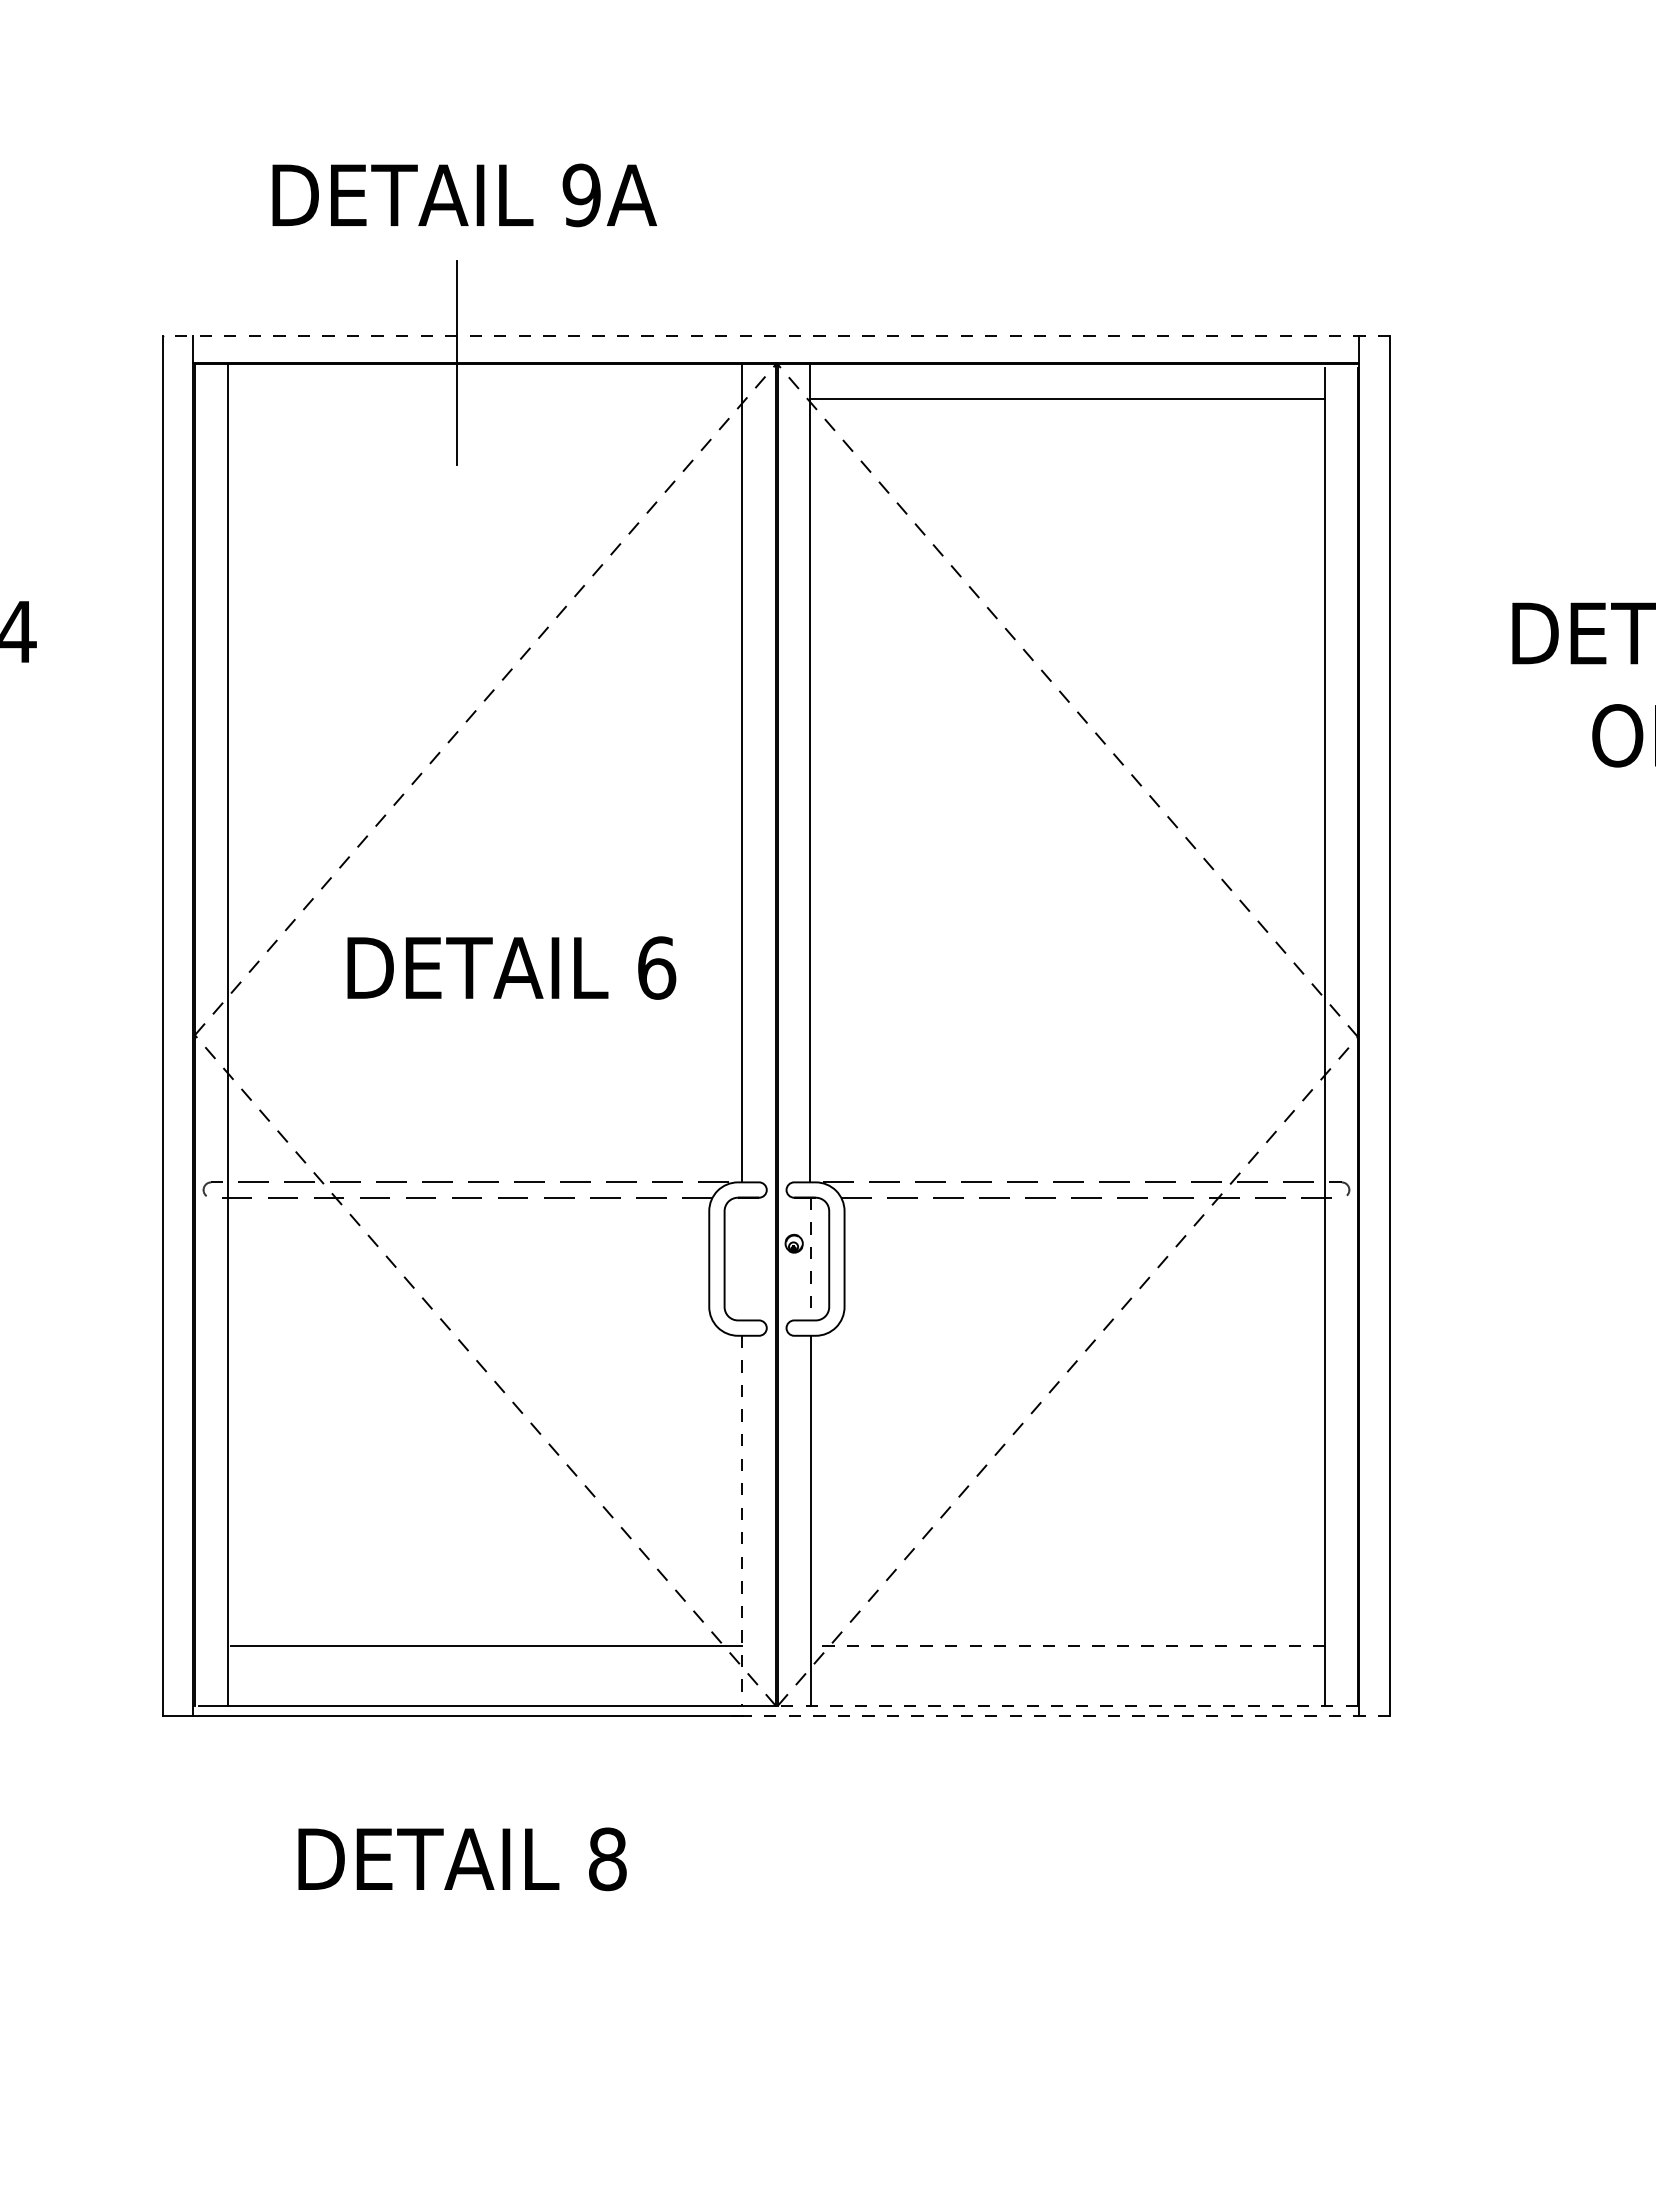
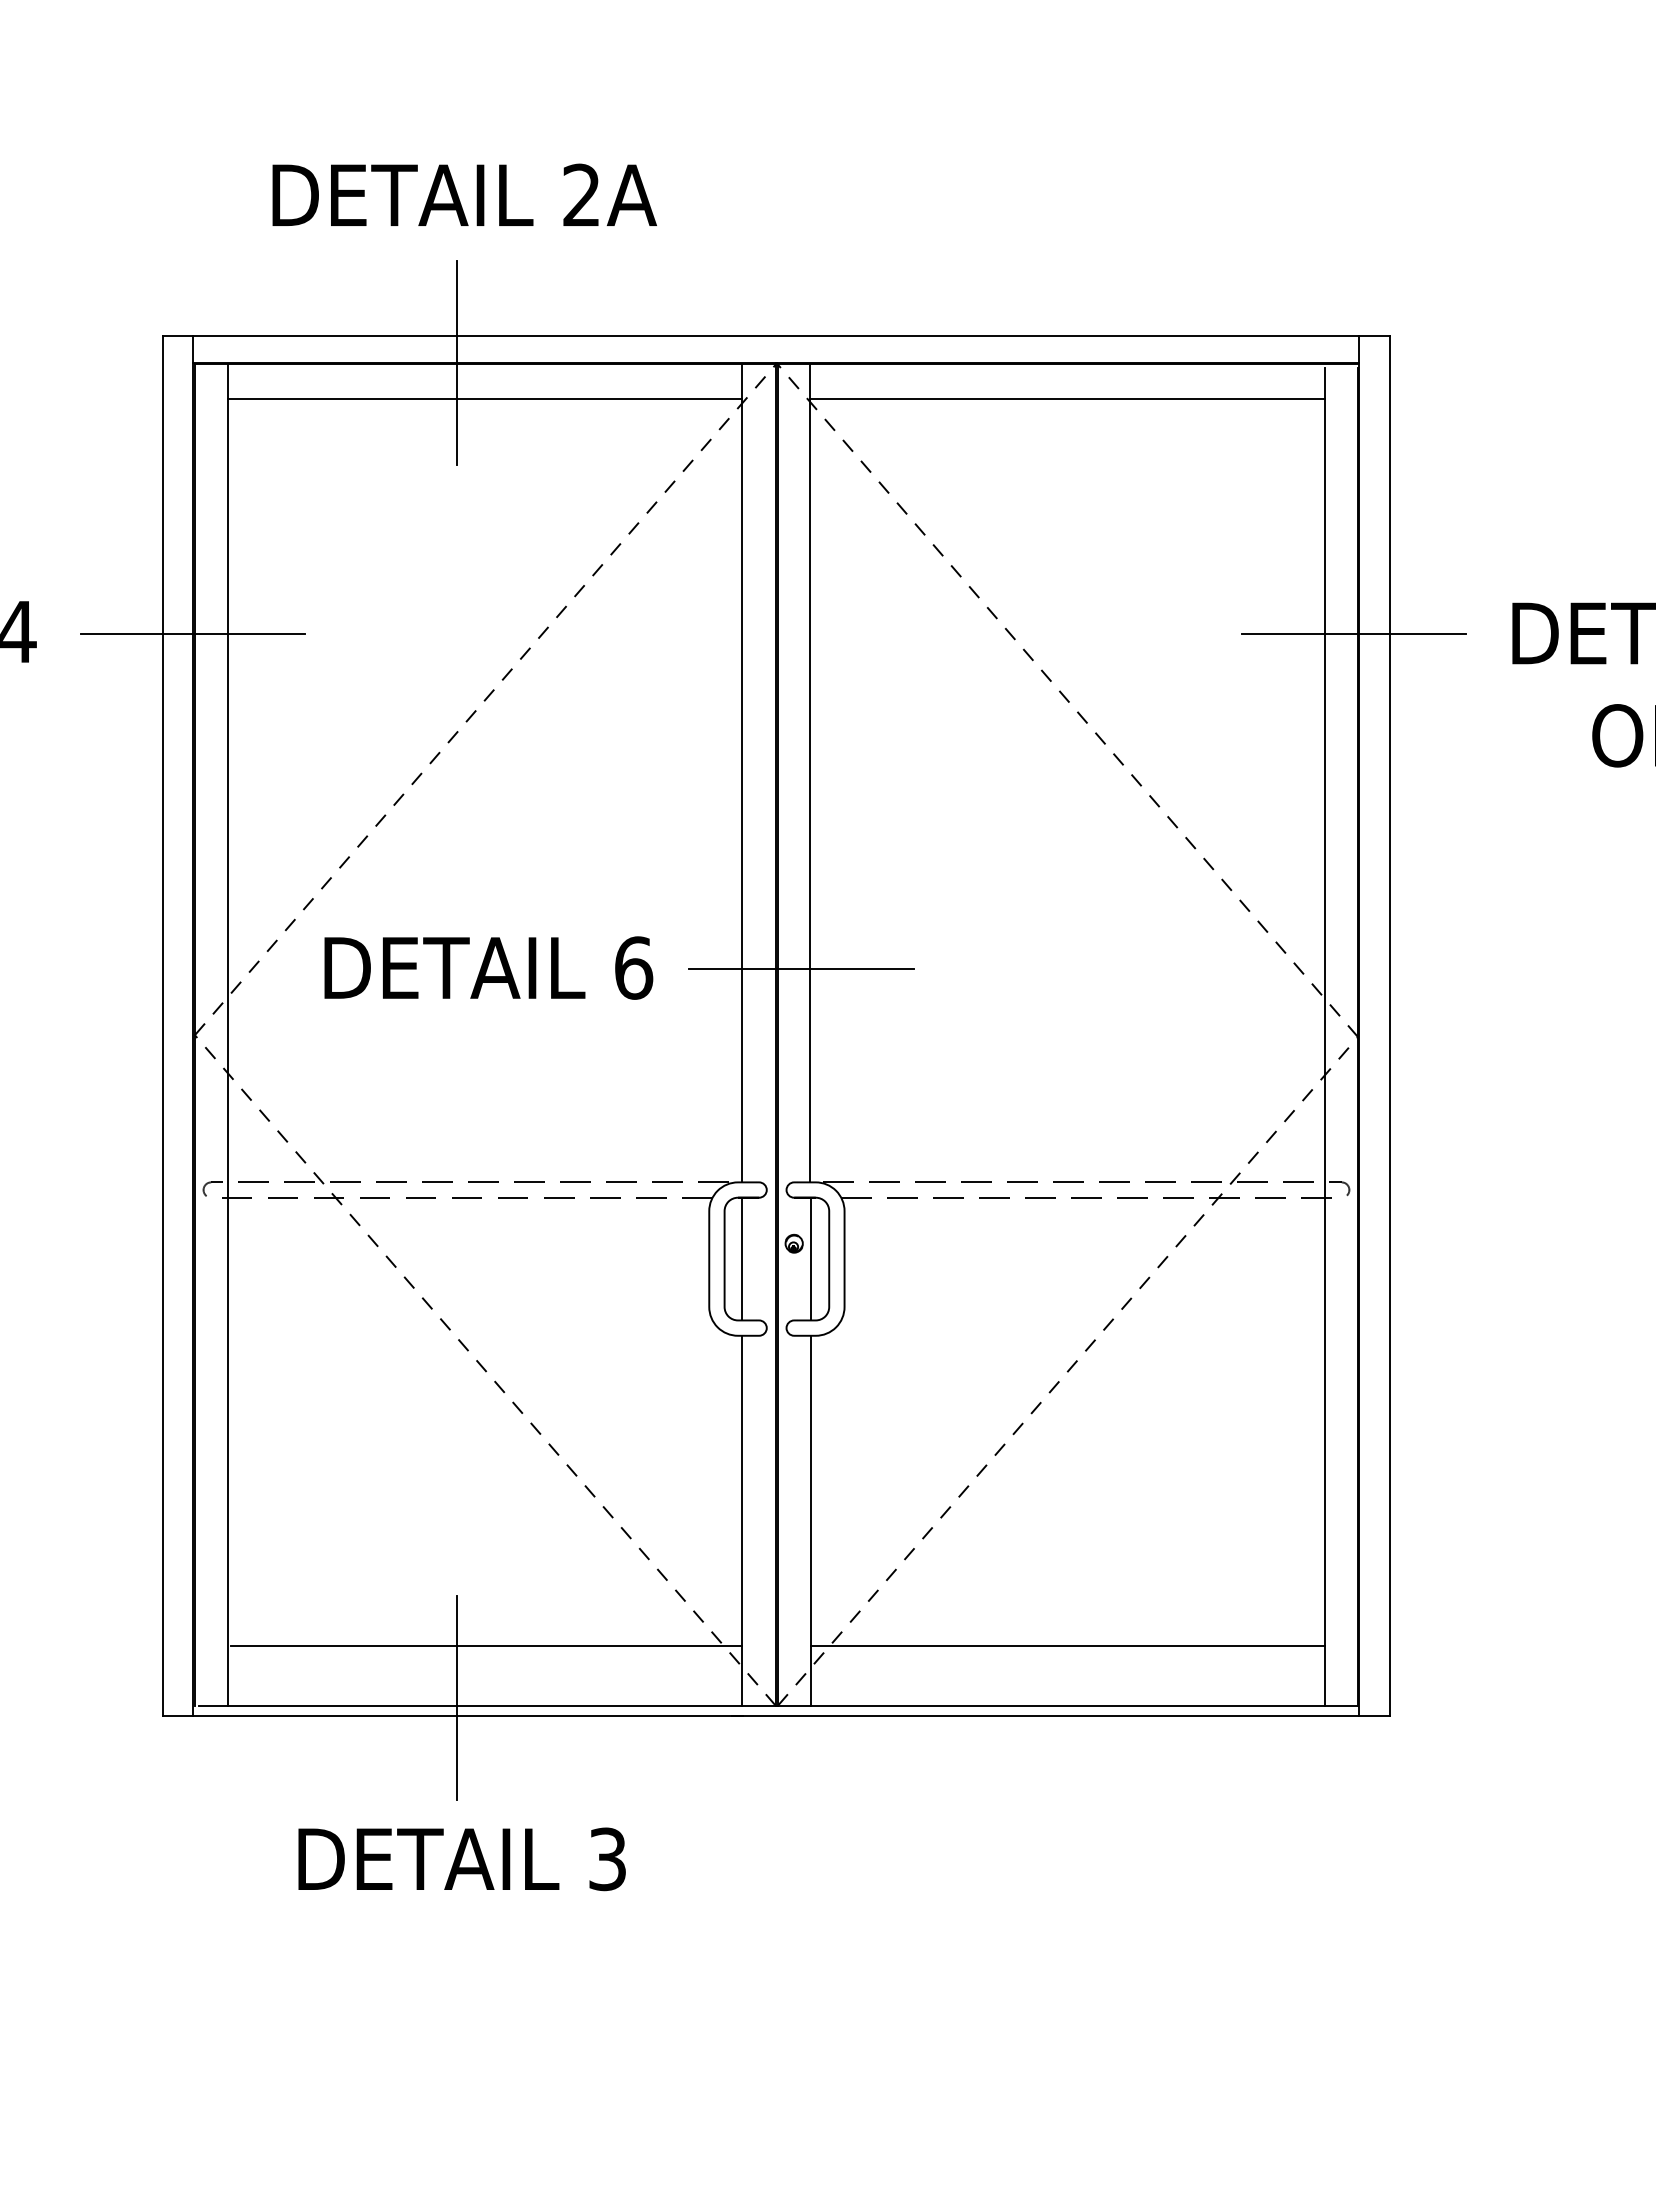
text at (581, 195): 9A -> 2A
line at (776, 335): dashed -> solid
line at (484, 399): none -> present
line at (192, 634): none -> present
line at (1353, 634): none -> present
text at (511, 967) position: (511, 967) -> (488, 967)
line at (801, 968): none -> present
line at (742, 1258): none -> present
line at (810, 1259): dashed -> solid
line at (742, 1521): dashed -> solid
line at (1067, 1646): dashed -> solid
line at (456, 1697): none -> present
line at (1067, 1705): dashed -> solid
line at (1063, 1716): dashed -> solid
text at (607, 1859): 8 -> 3
